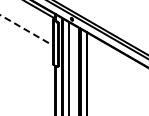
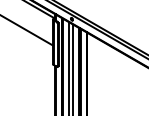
line at (27, 30): dashed -> solid
line at (73, 68): none -> present
